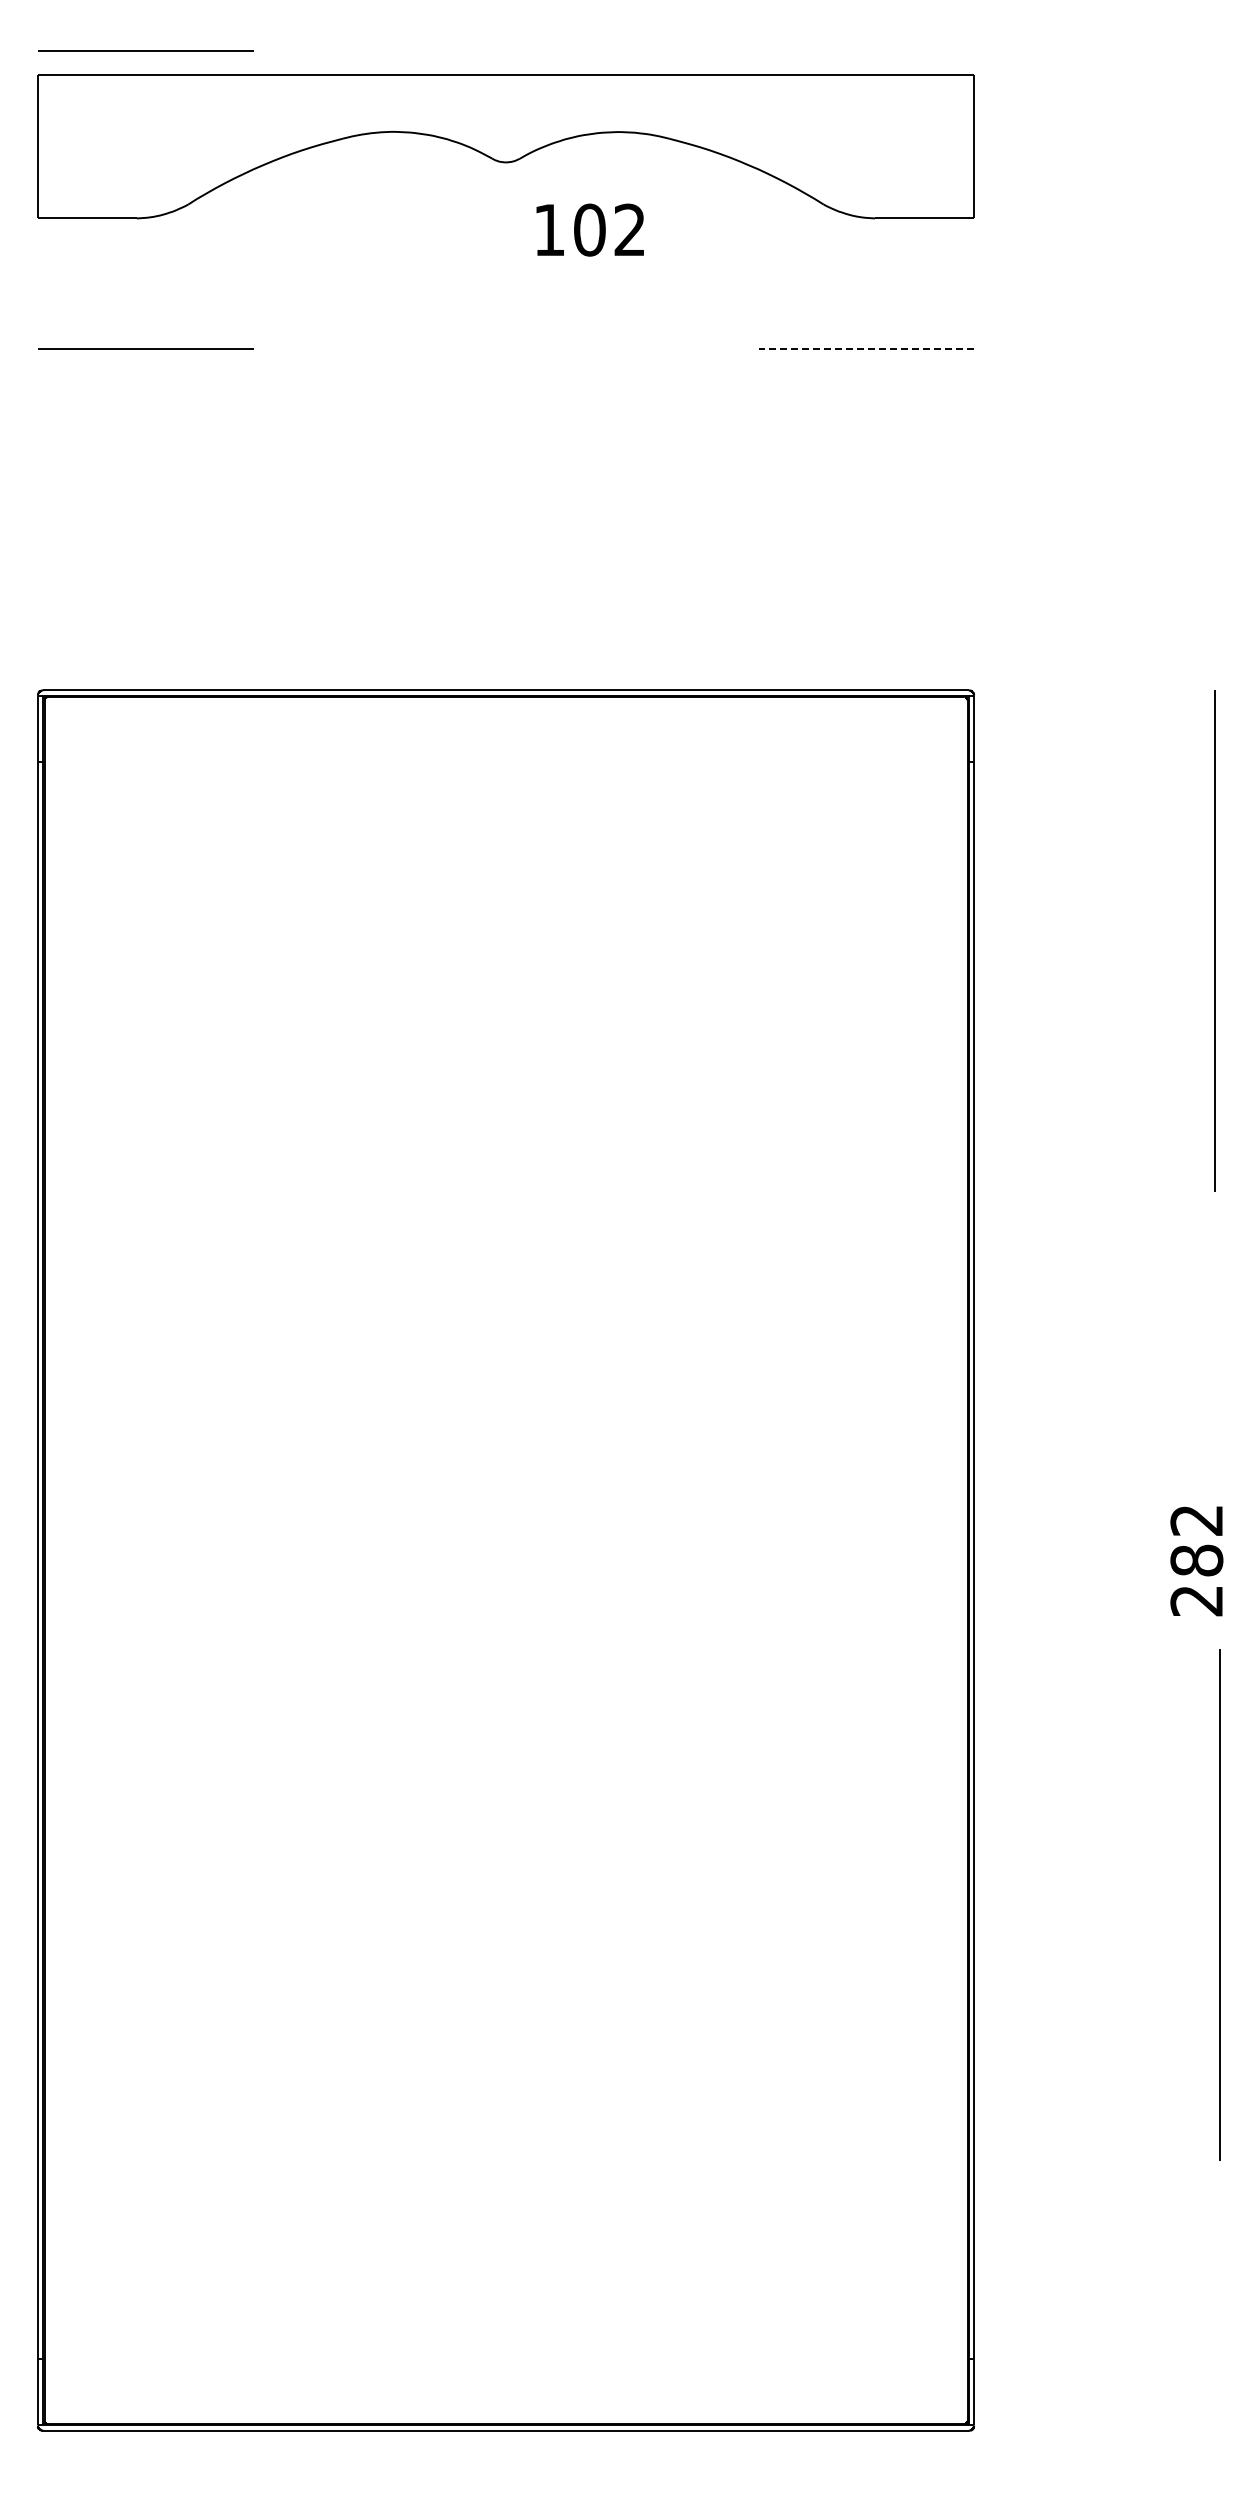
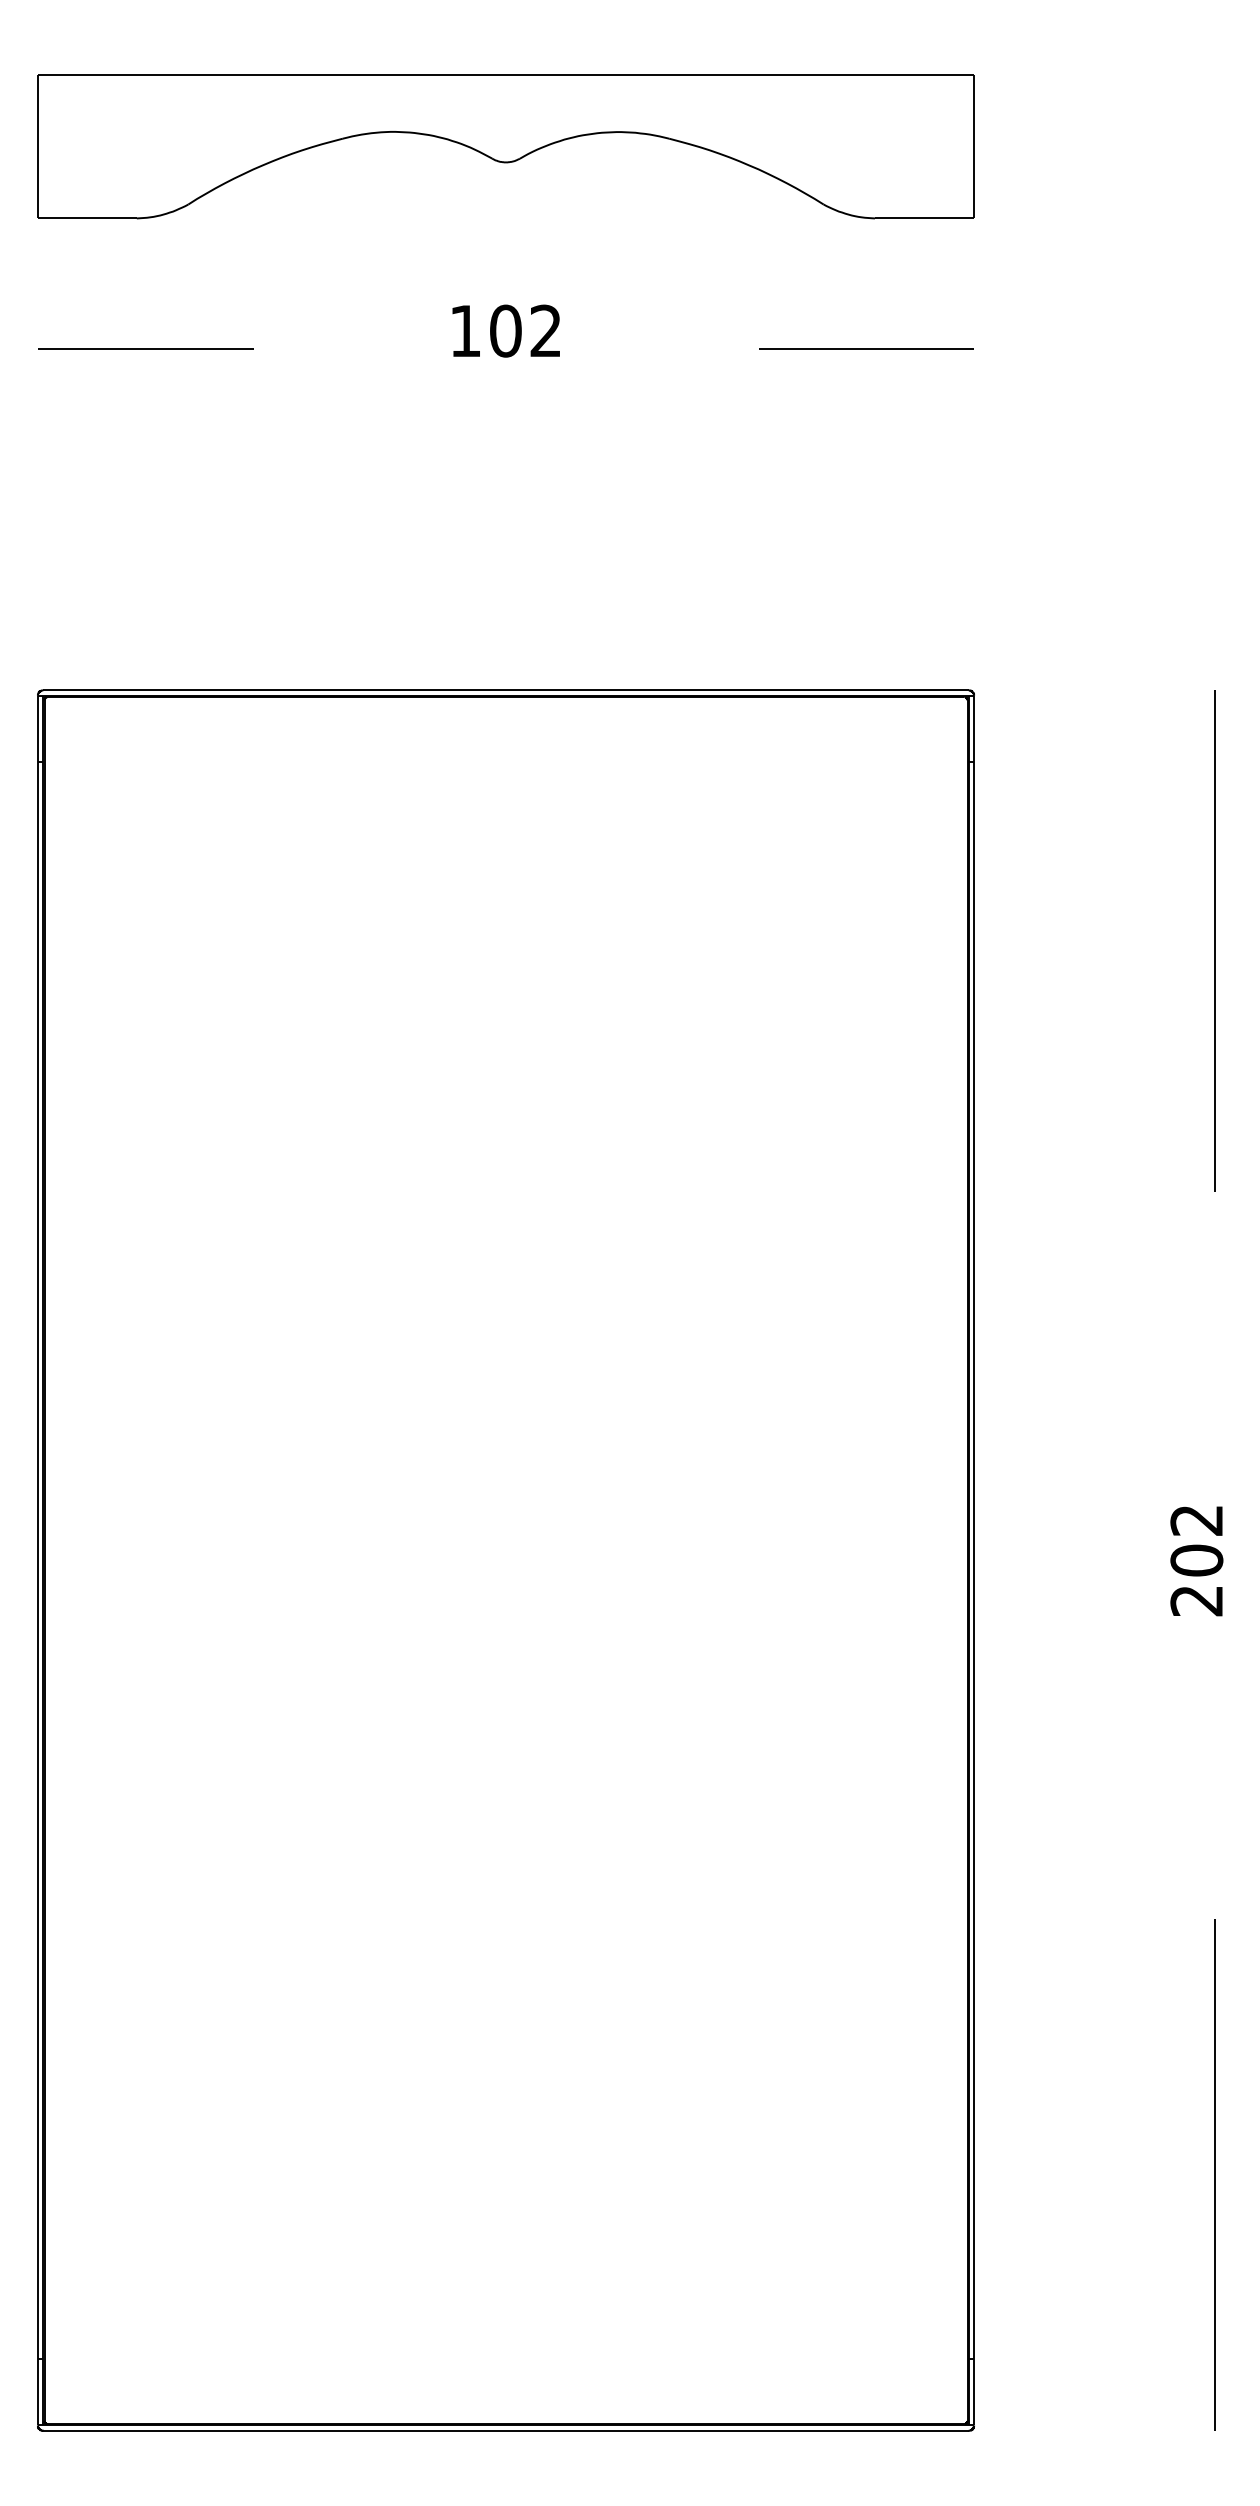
line at (145, 50): present -> none
text at (589, 229) position: (589, 229) -> (505, 330)
line at (866, 348): dashed -> solid
text at (1196, 1560): 282 -> 202
line at (1219, 1904) position: (1219, 1904) -> (1214, 2174)
